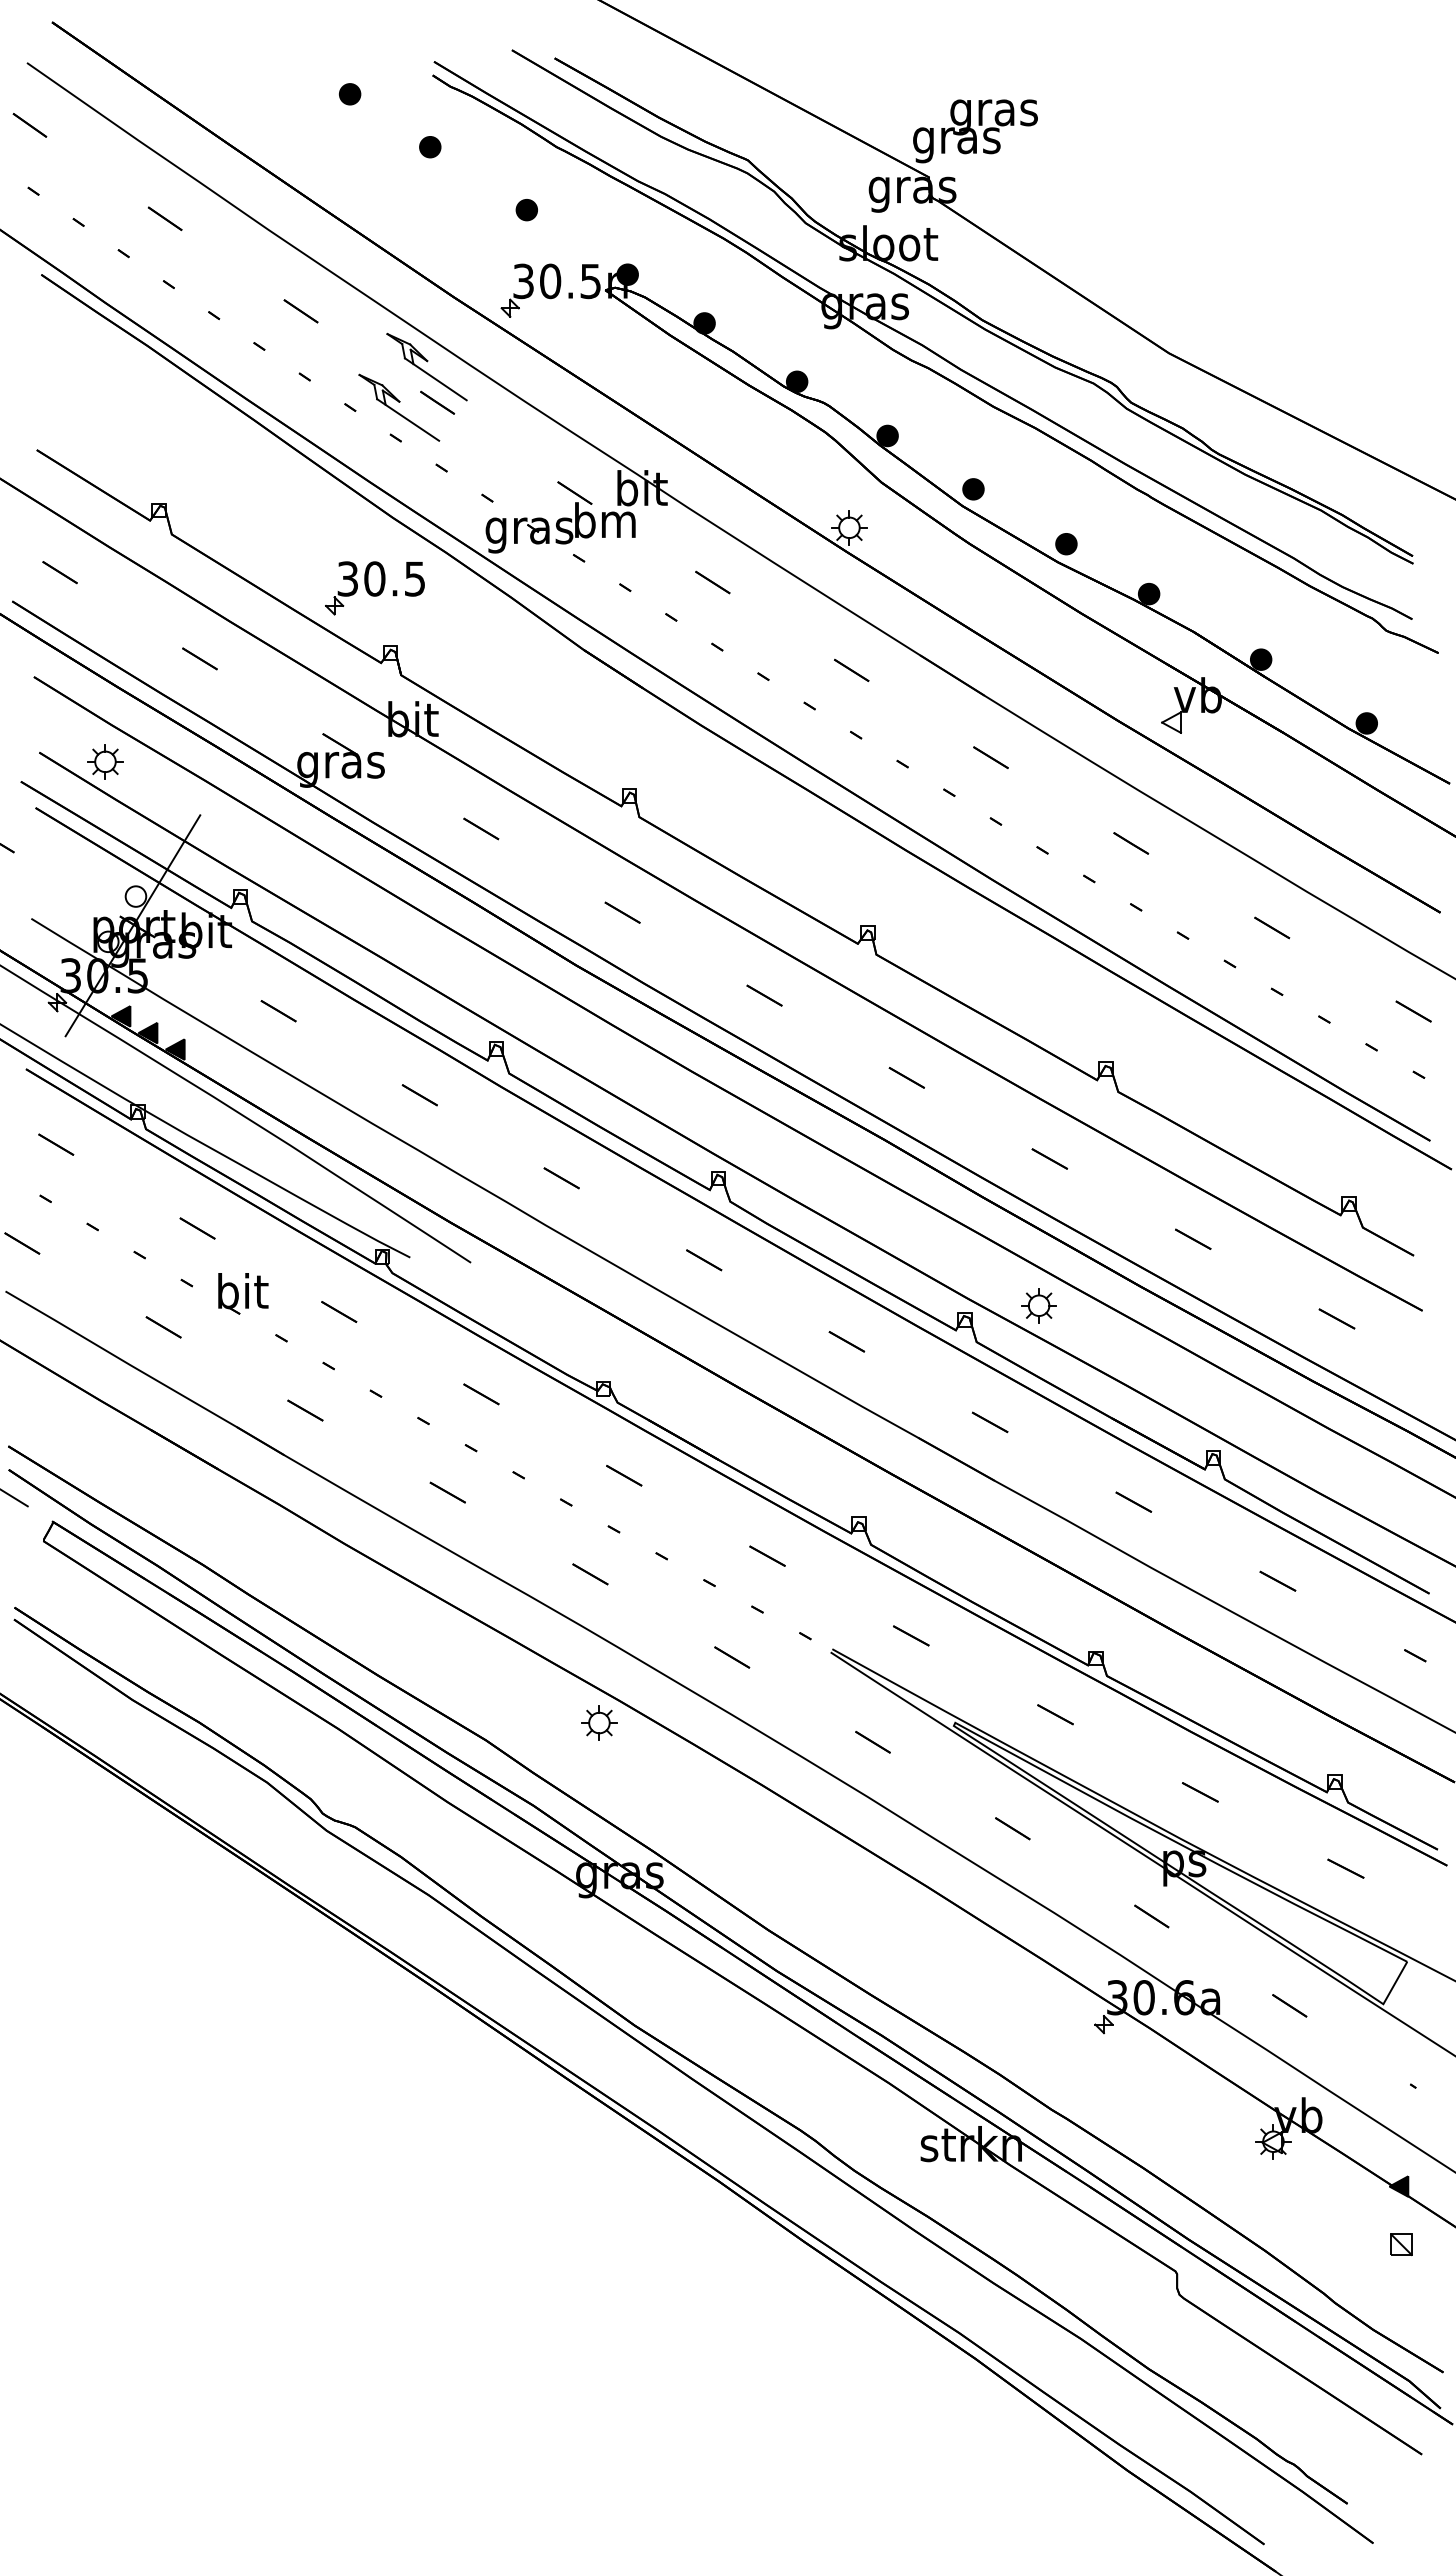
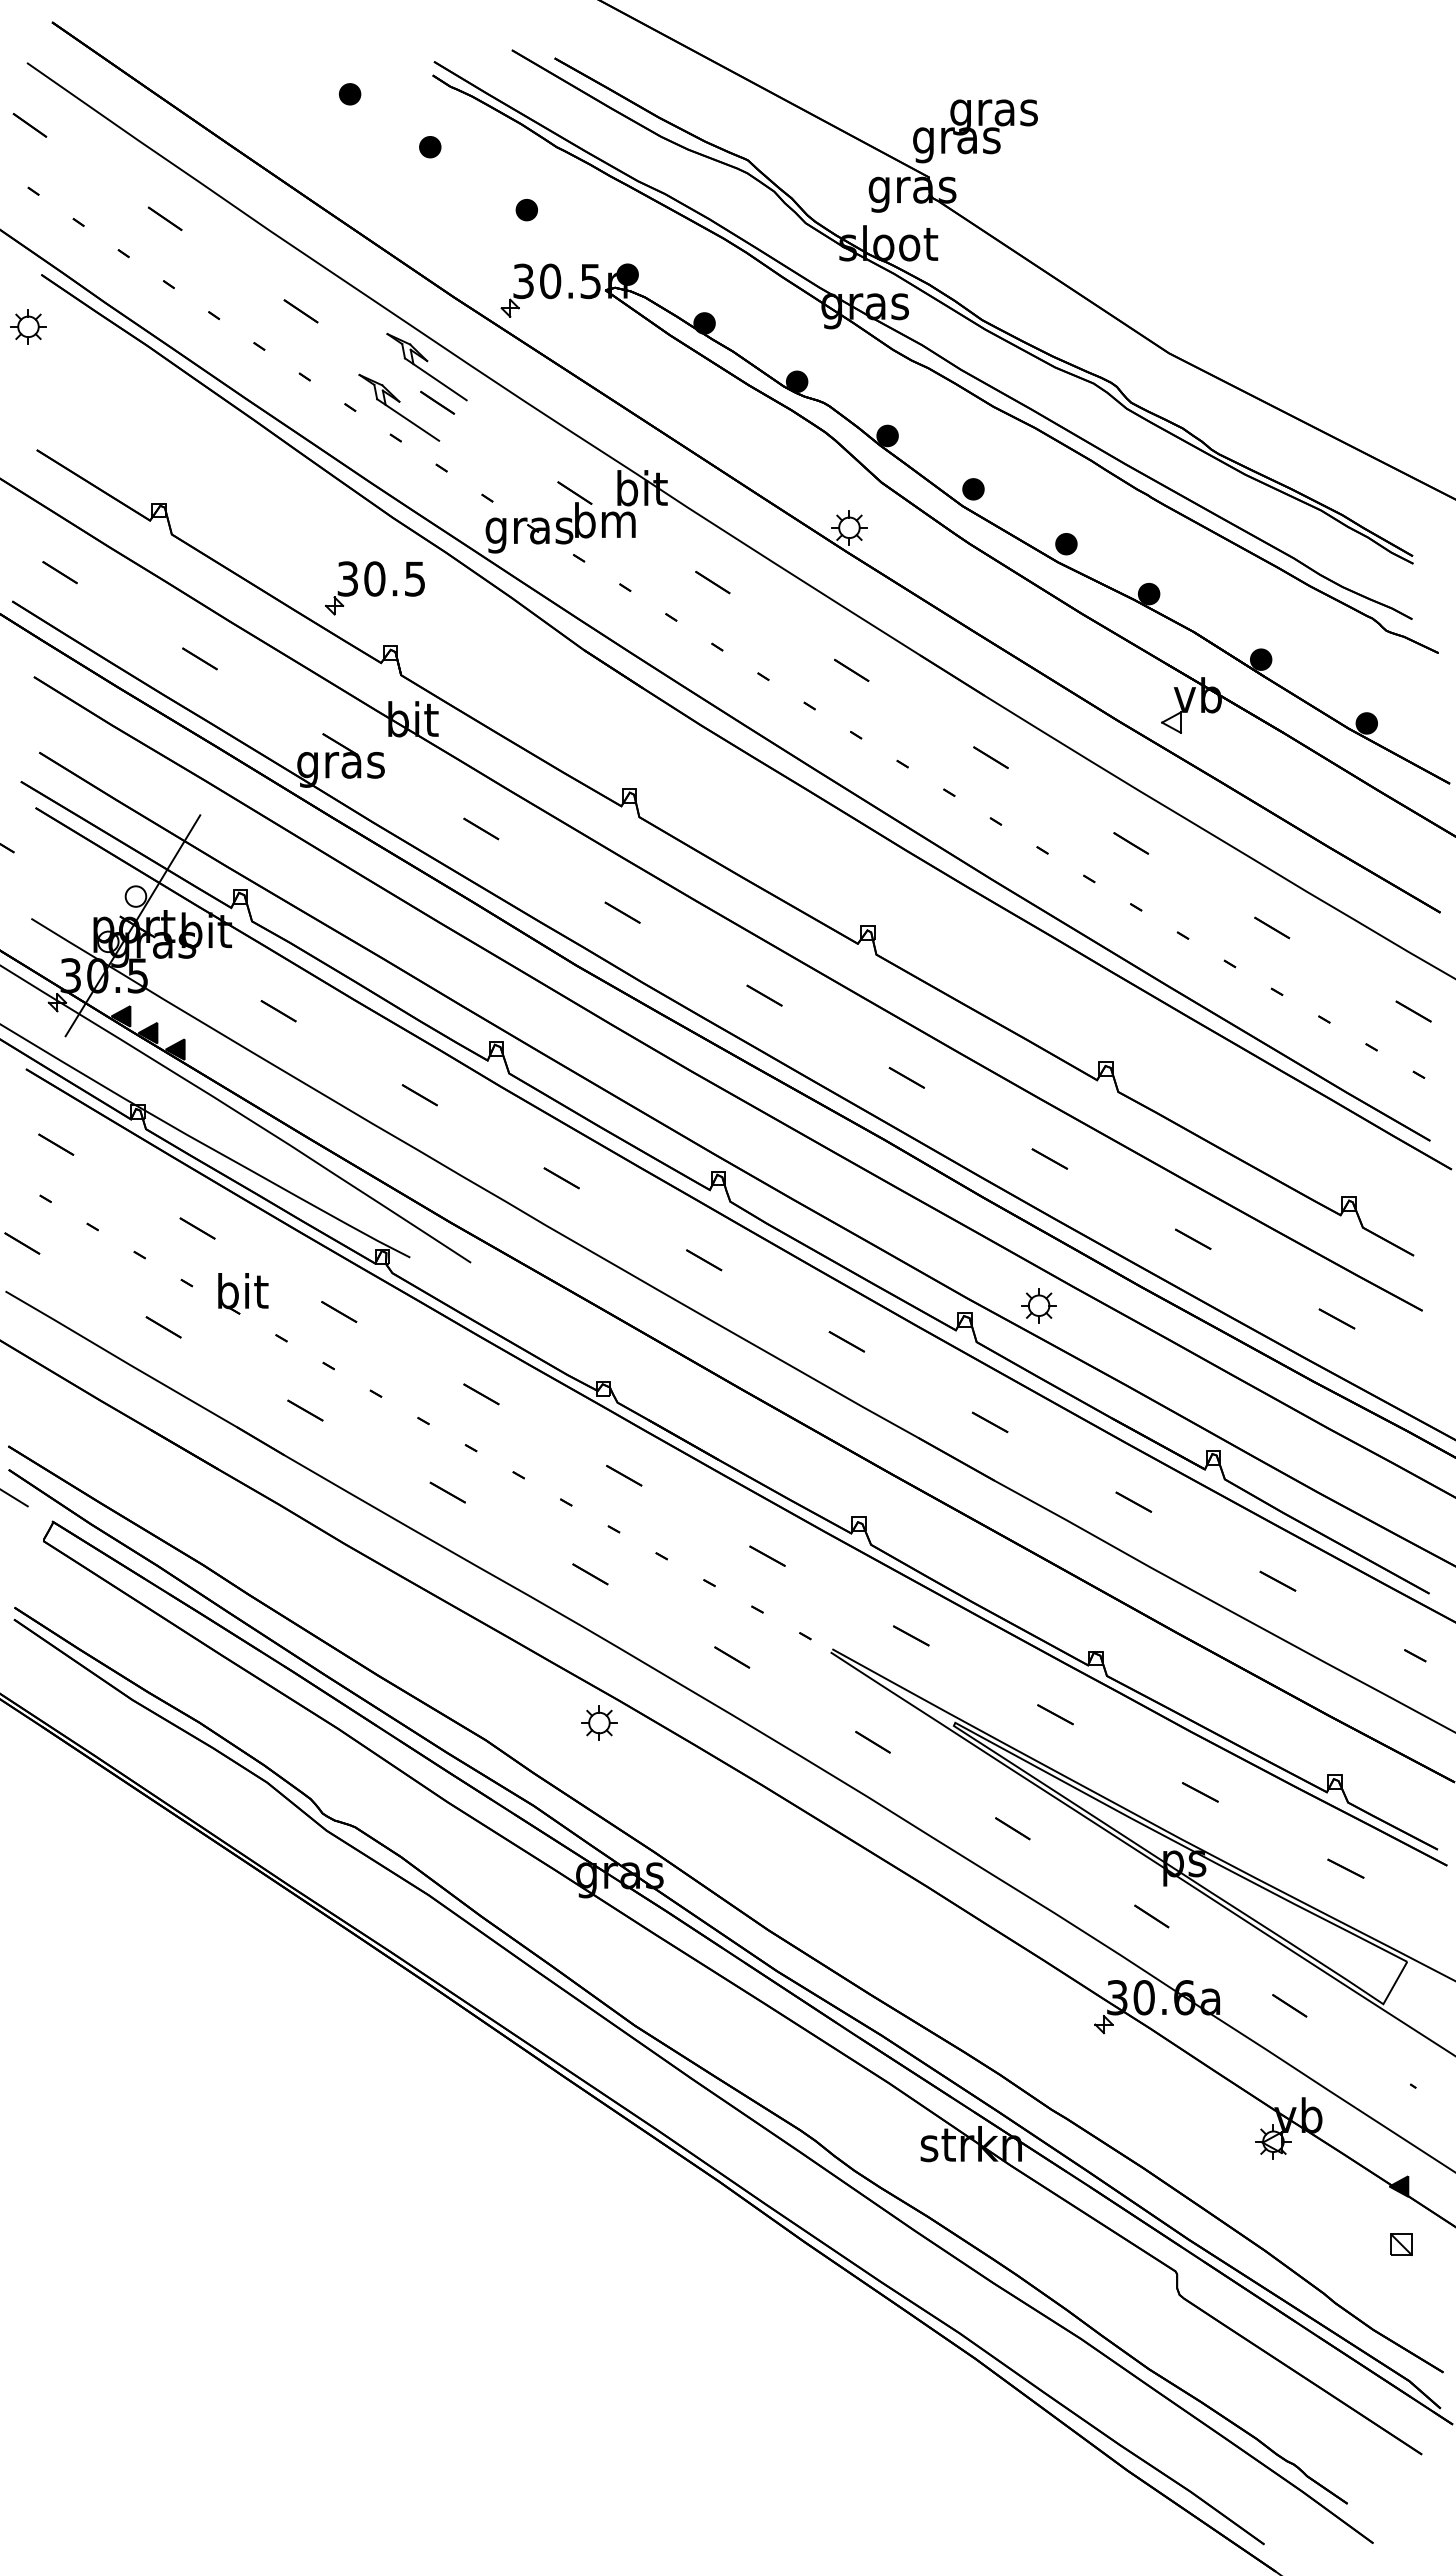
part at (105, 761) position: (105, 761) -> (28, 326)
